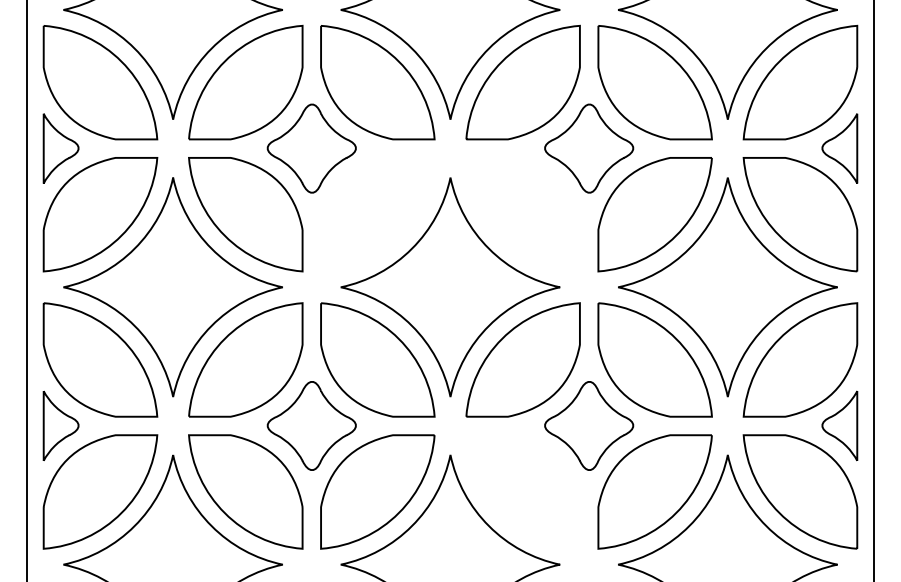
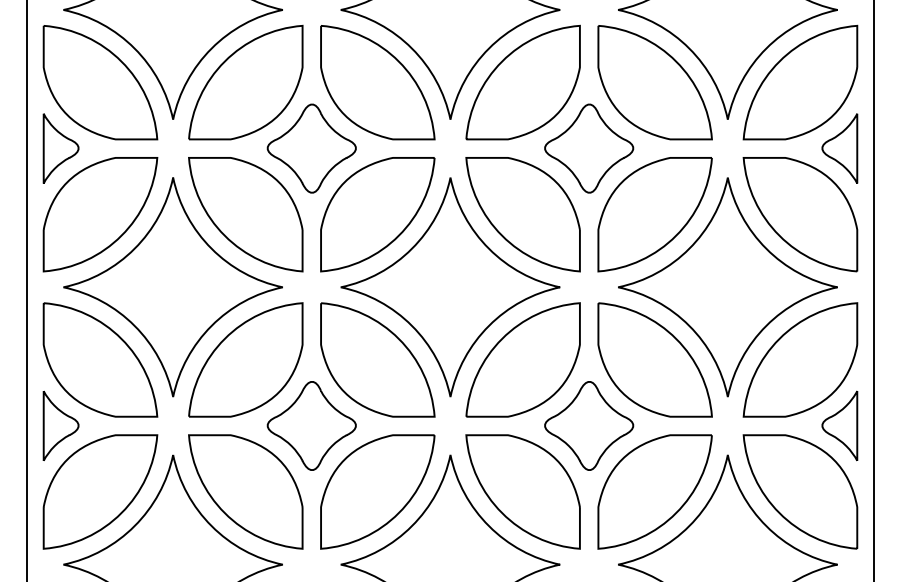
part at (377, 214): none -> present
part at (522, 214): none -> present
part at (522, 491): none -> present
